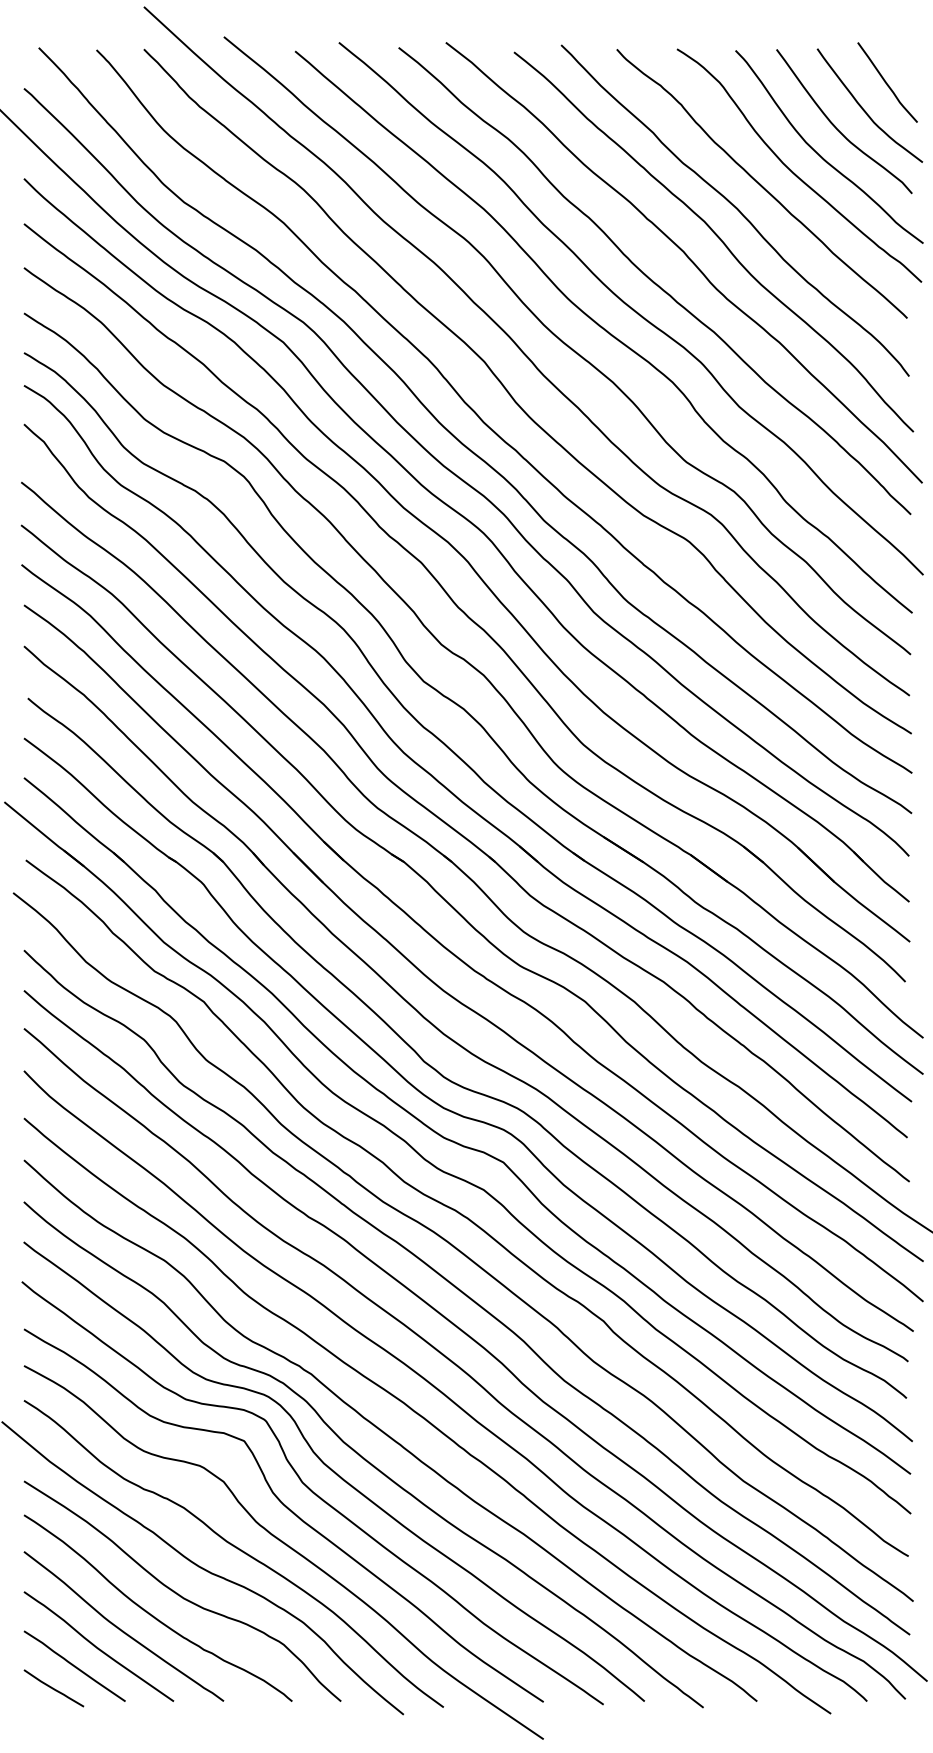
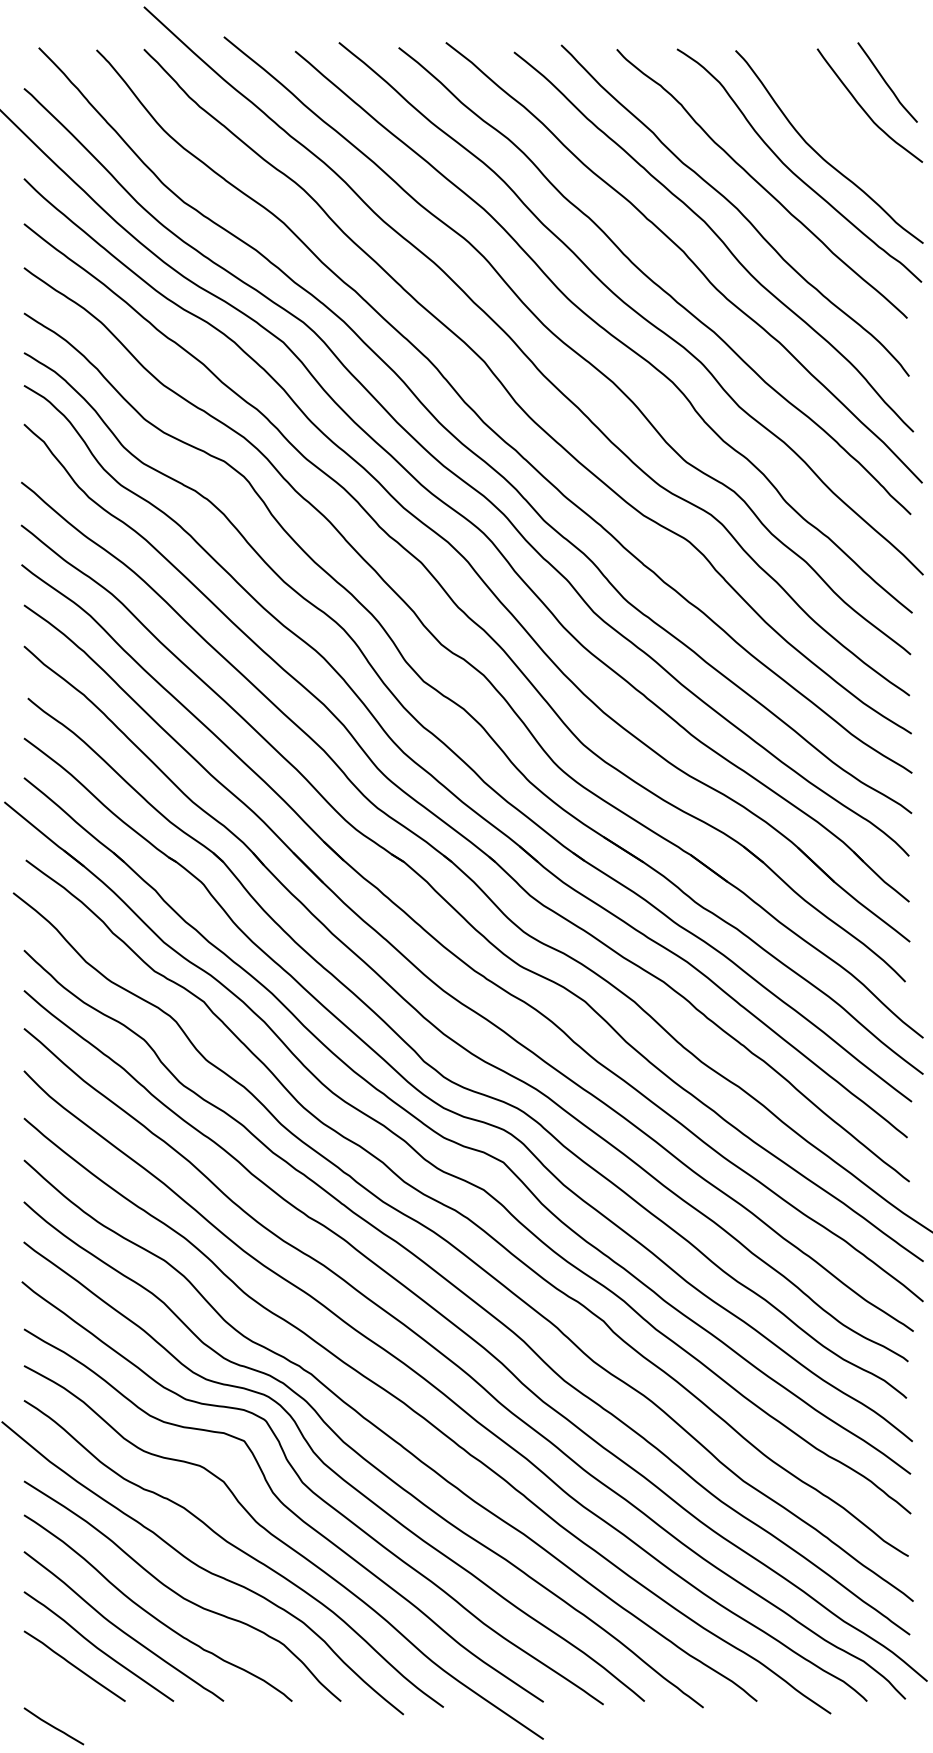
curve at (835, 125): present -> none
line at (53, 1688) position: (53, 1688) -> (53, 1726)
